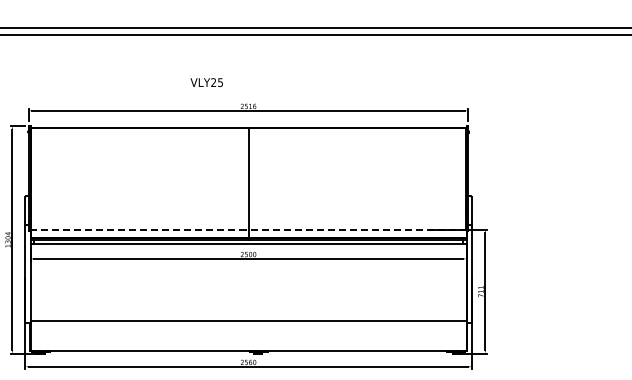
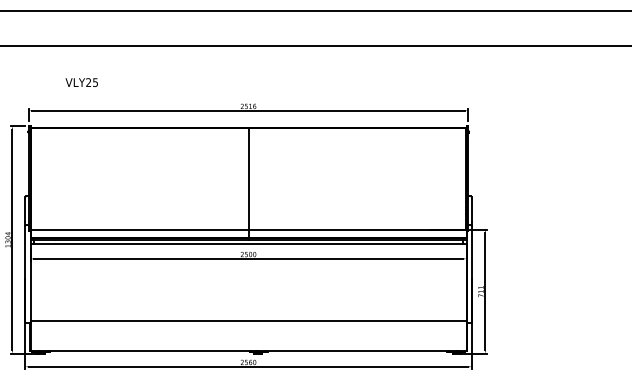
line at (315, 28) position: (315, 28) -> (315, 11)
line at (315, 35) position: (315, 35) -> (315, 46)
text at (206, 82) position: (206, 82) -> (81, 82)
line at (248, 229): dashed -> solid
